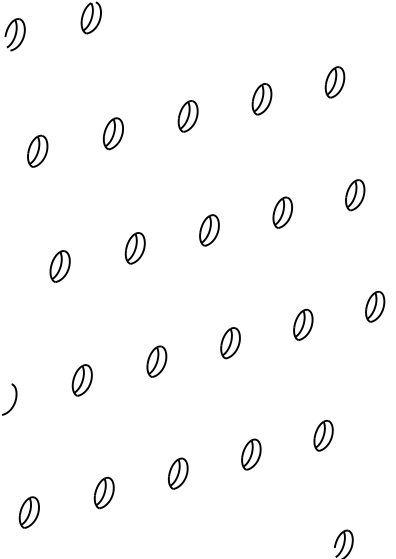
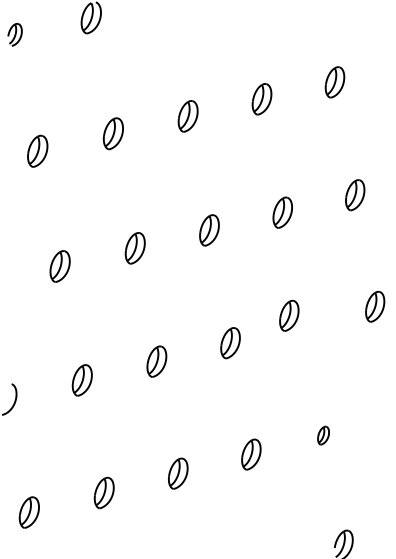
part at (14, 34) size: 22x34 px -> 16x24 px
part at (303, 324) position: (303, 324) -> (289, 315)
part at (323, 435) size: 21x33 px -> 13x21 px
